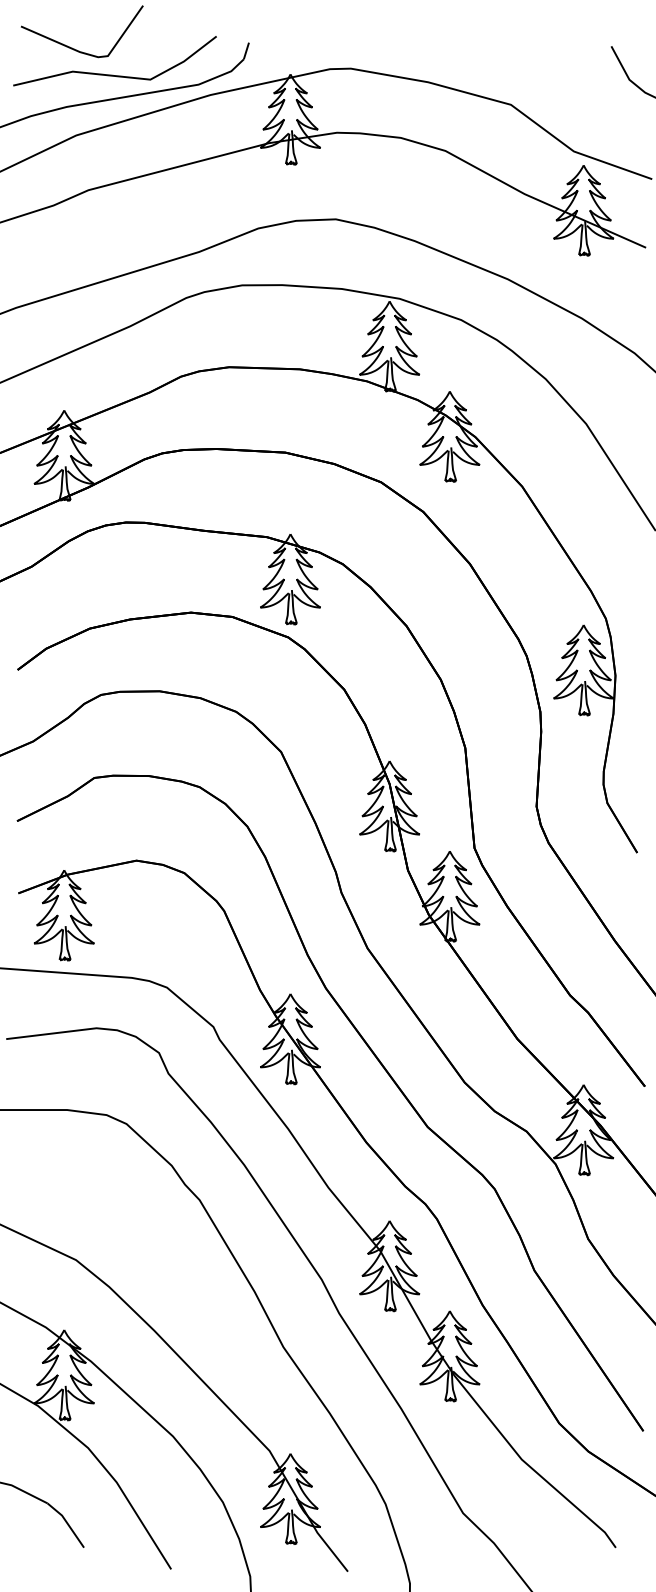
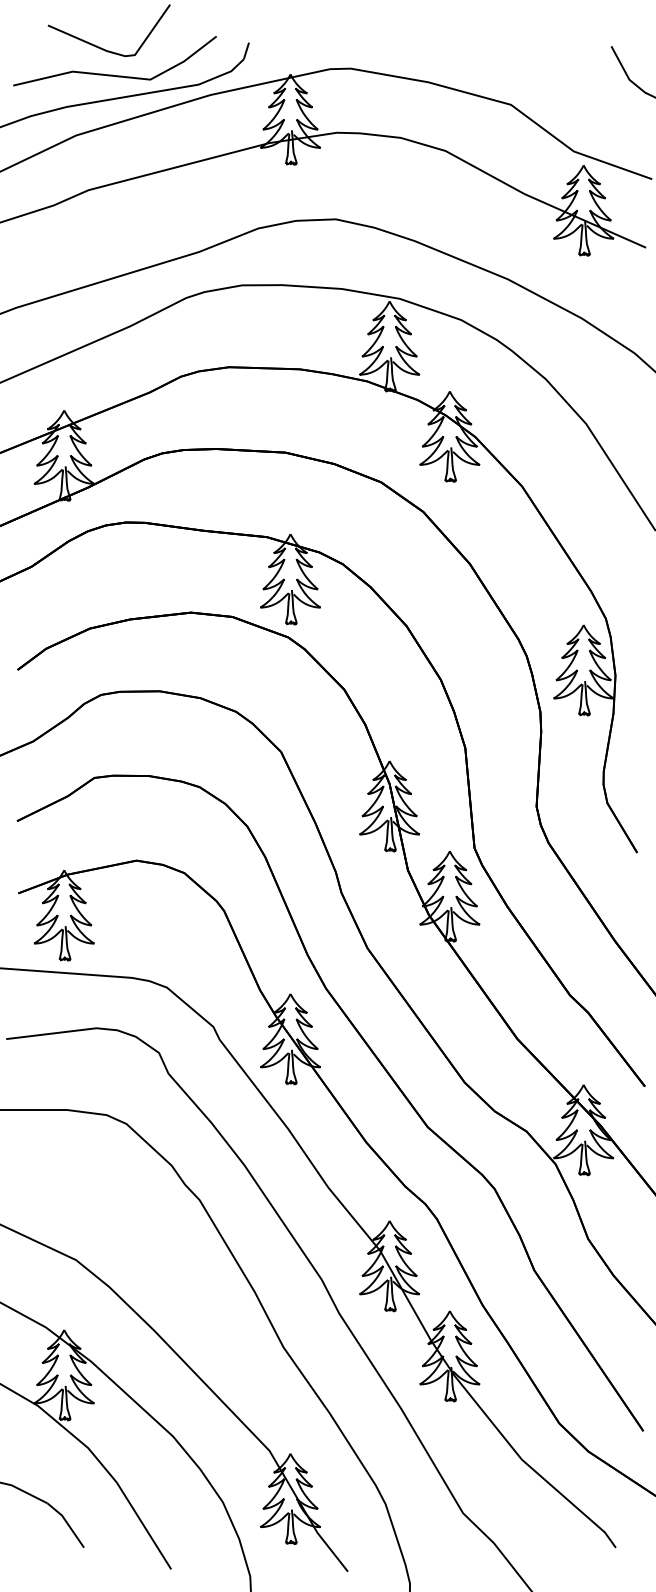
line at (72, 47) position: (72, 47) -> (99, 46)
